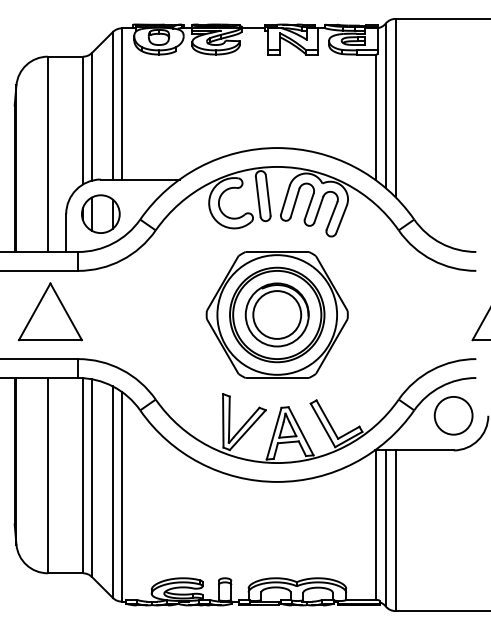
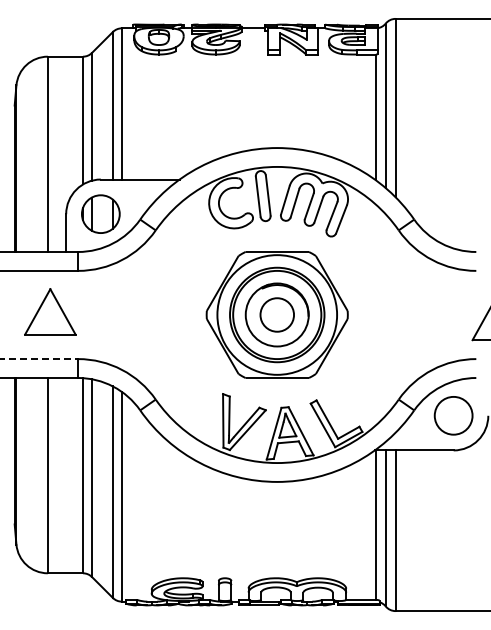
part at (49, 311) size: 66x60 px -> 53x48 px
circle at (277, 314) diameter: 48 px -> 34 px
line at (39, 359): solid -> dashed
